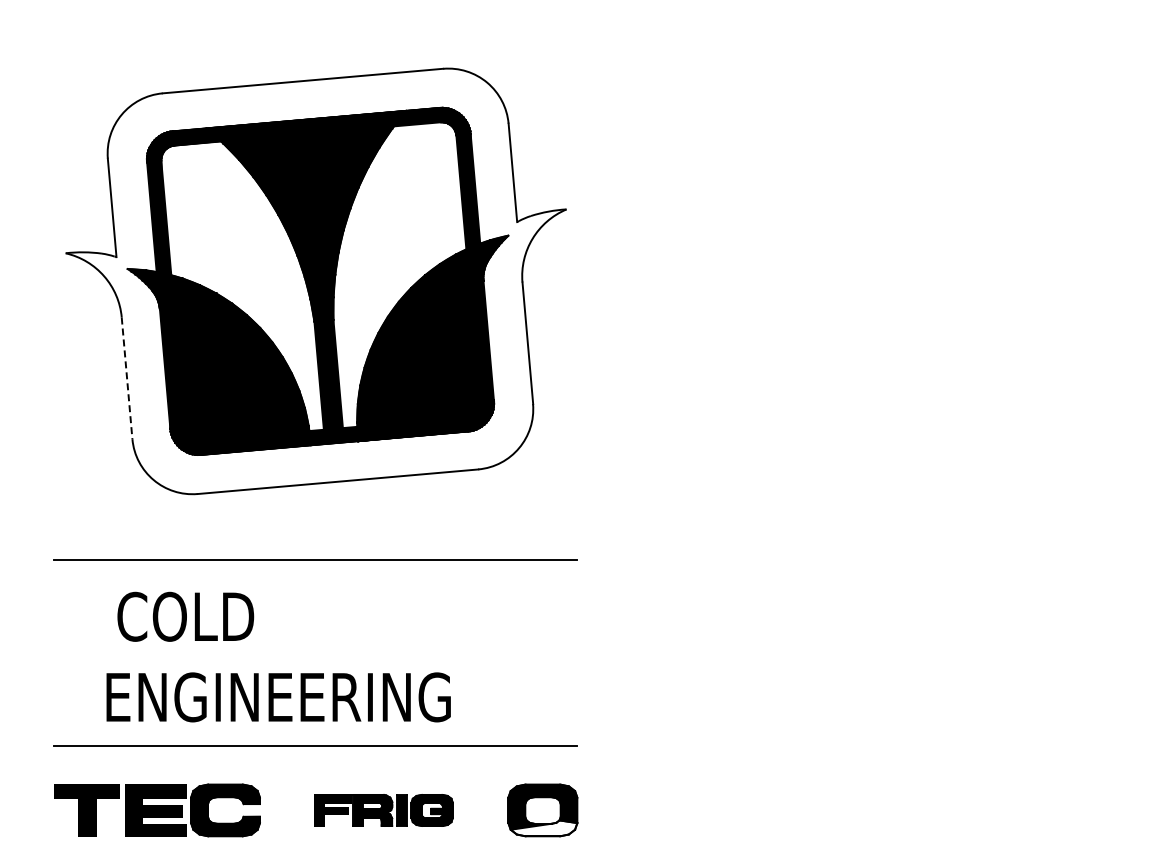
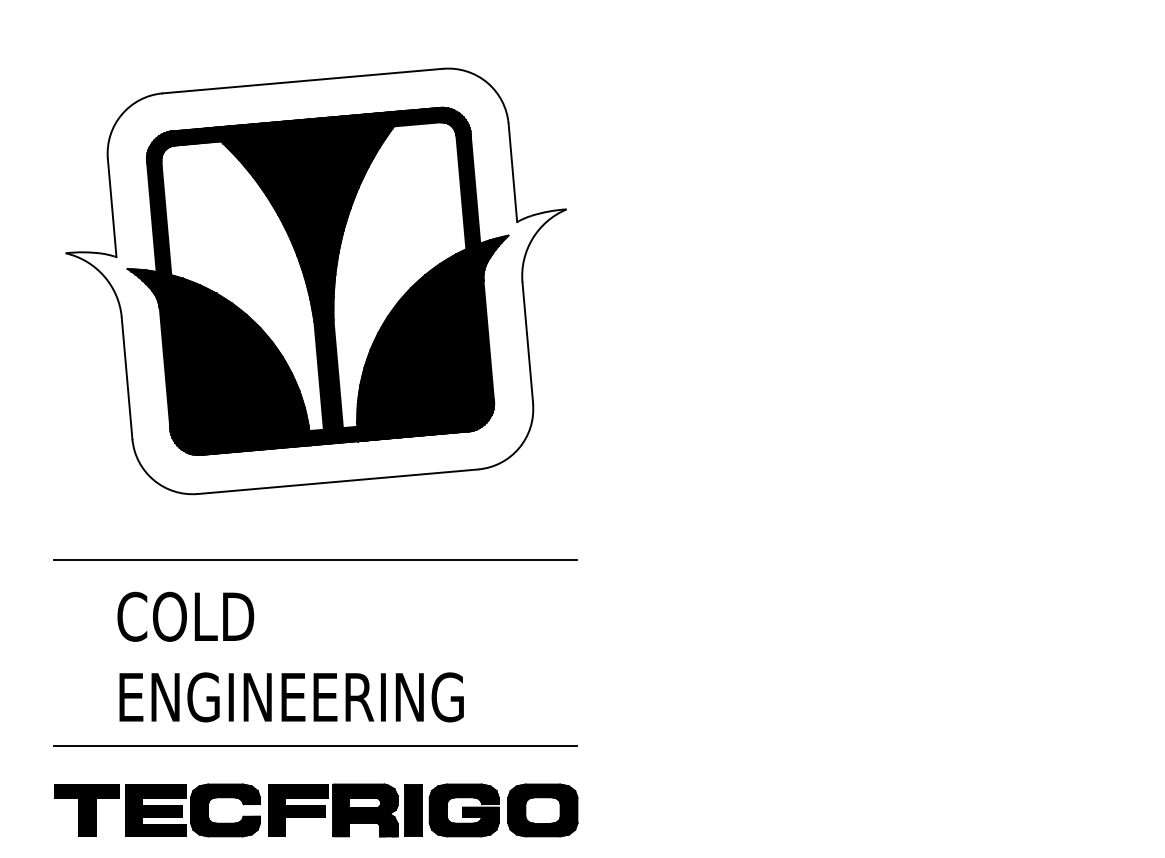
line at (127, 378): dashed -> solid
text at (278, 697) position: (278, 697) -> (291, 697)
part at (383, 810) size: 140x33 px -> 232x55 px
fill at (543, 828): none -> present
